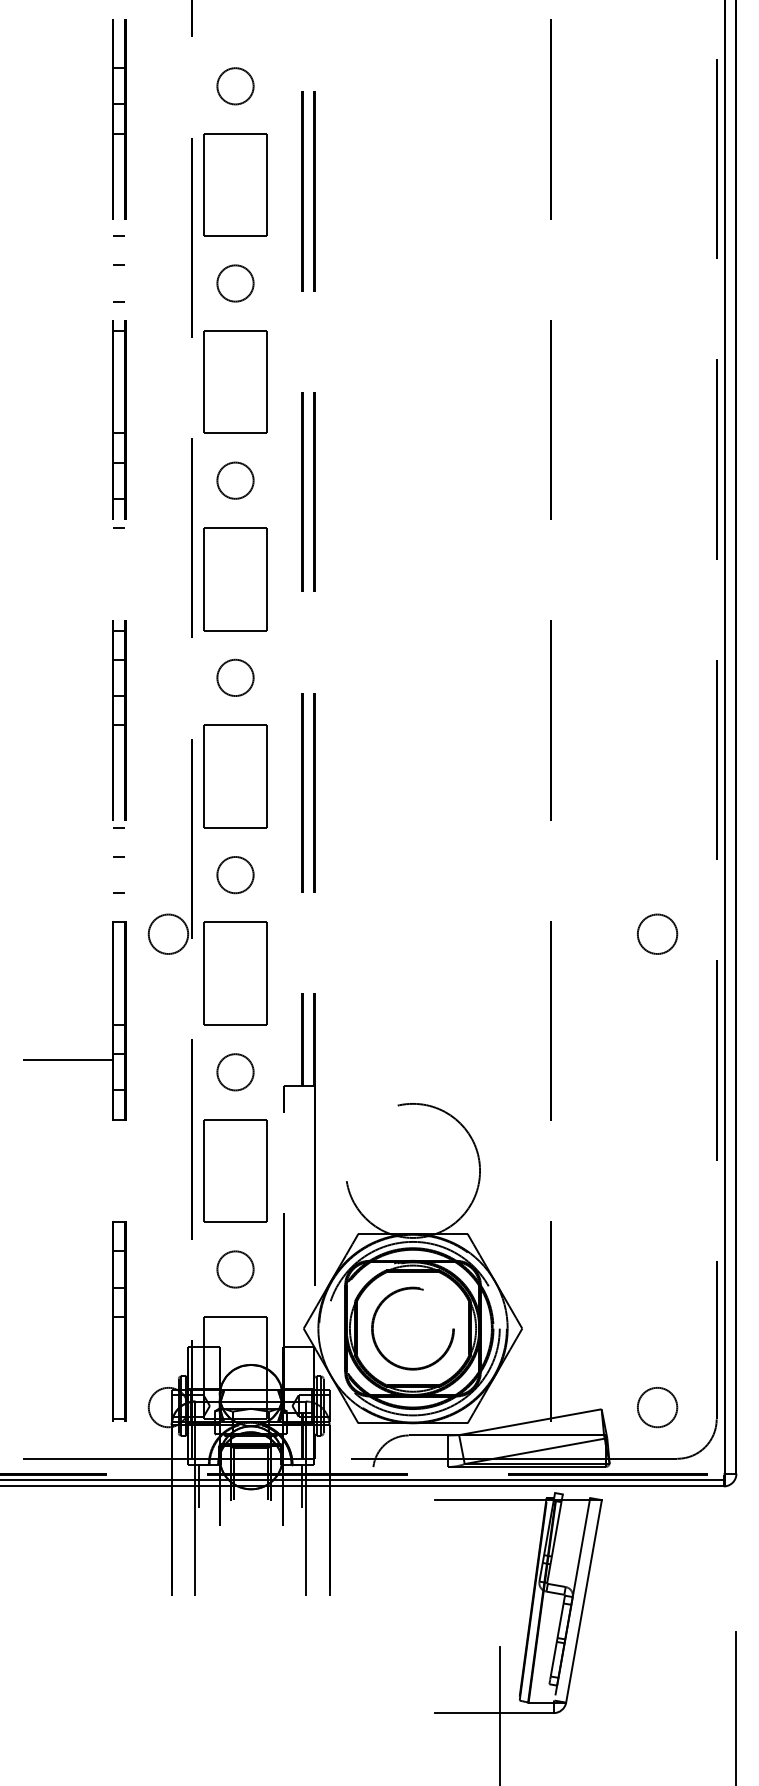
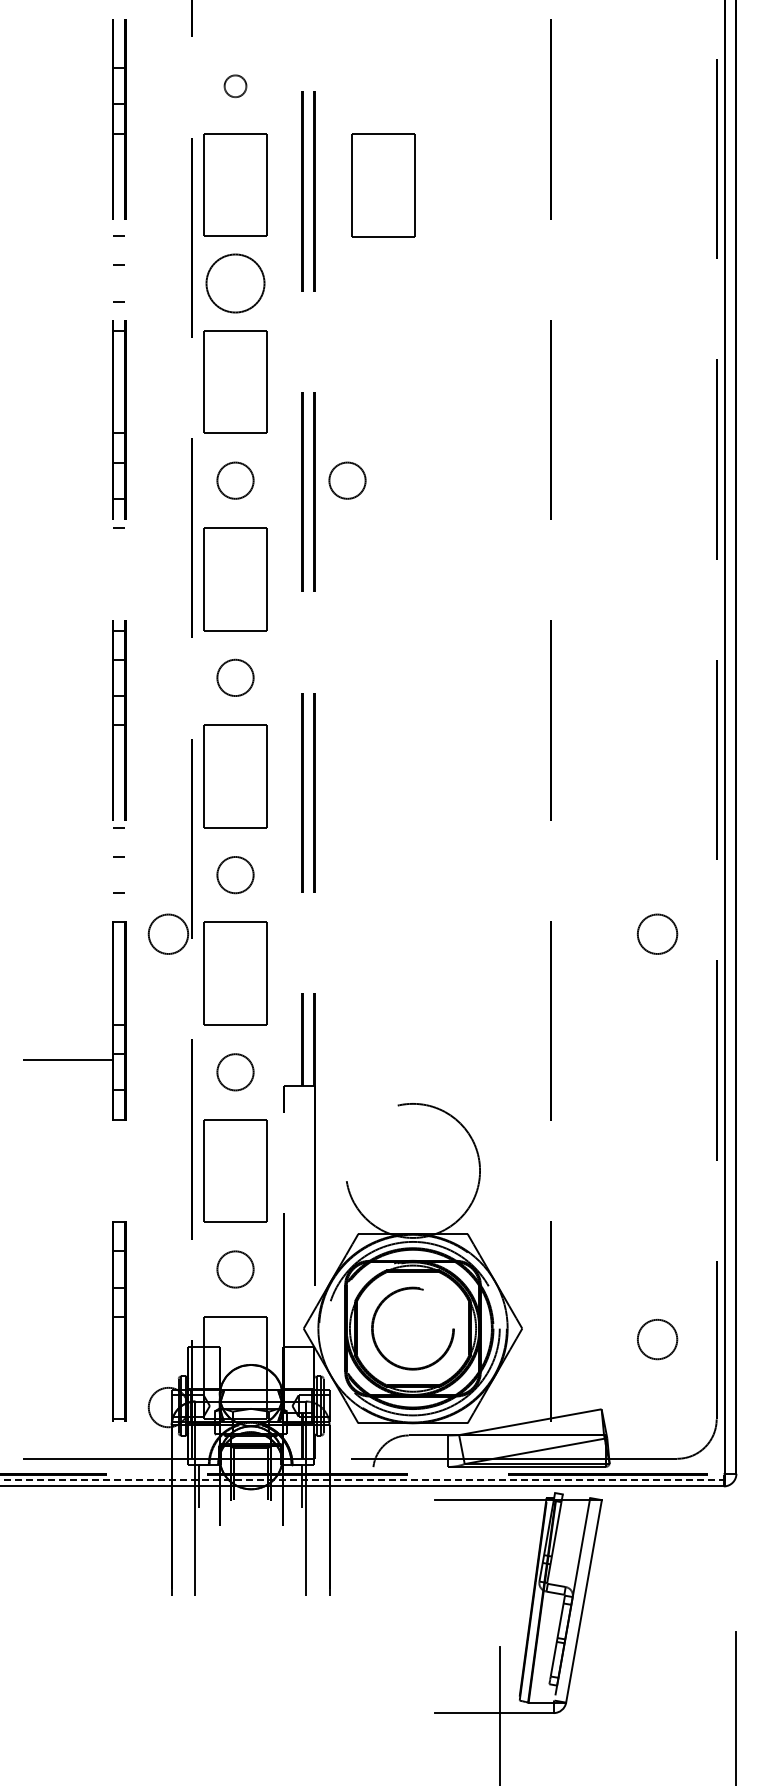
circle at (235, 86) diameter: 36 px -> 22 px
part at (383, 185): none -> present
circle at (235, 283) diameter: 36 px -> 58 px
circle at (347, 480): none -> present
circle at (657, 1407) position: (657, 1407) -> (657, 1339)
line at (362, 1480): solid -> dashed
